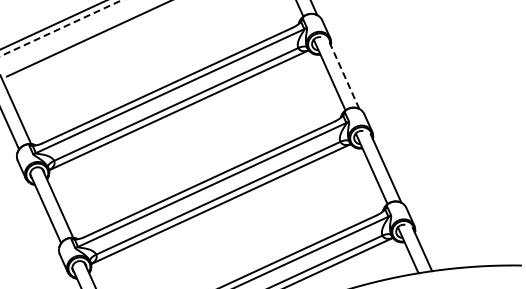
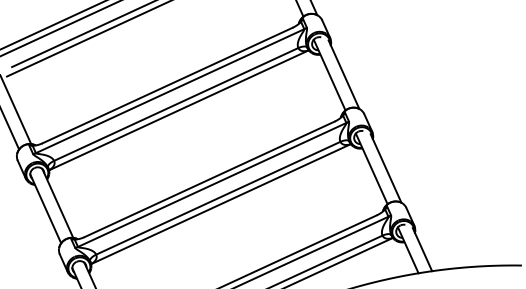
line at (60, 28): dashed -> solid
line at (82, 34): none -> present
line at (344, 74): dashed -> solid
